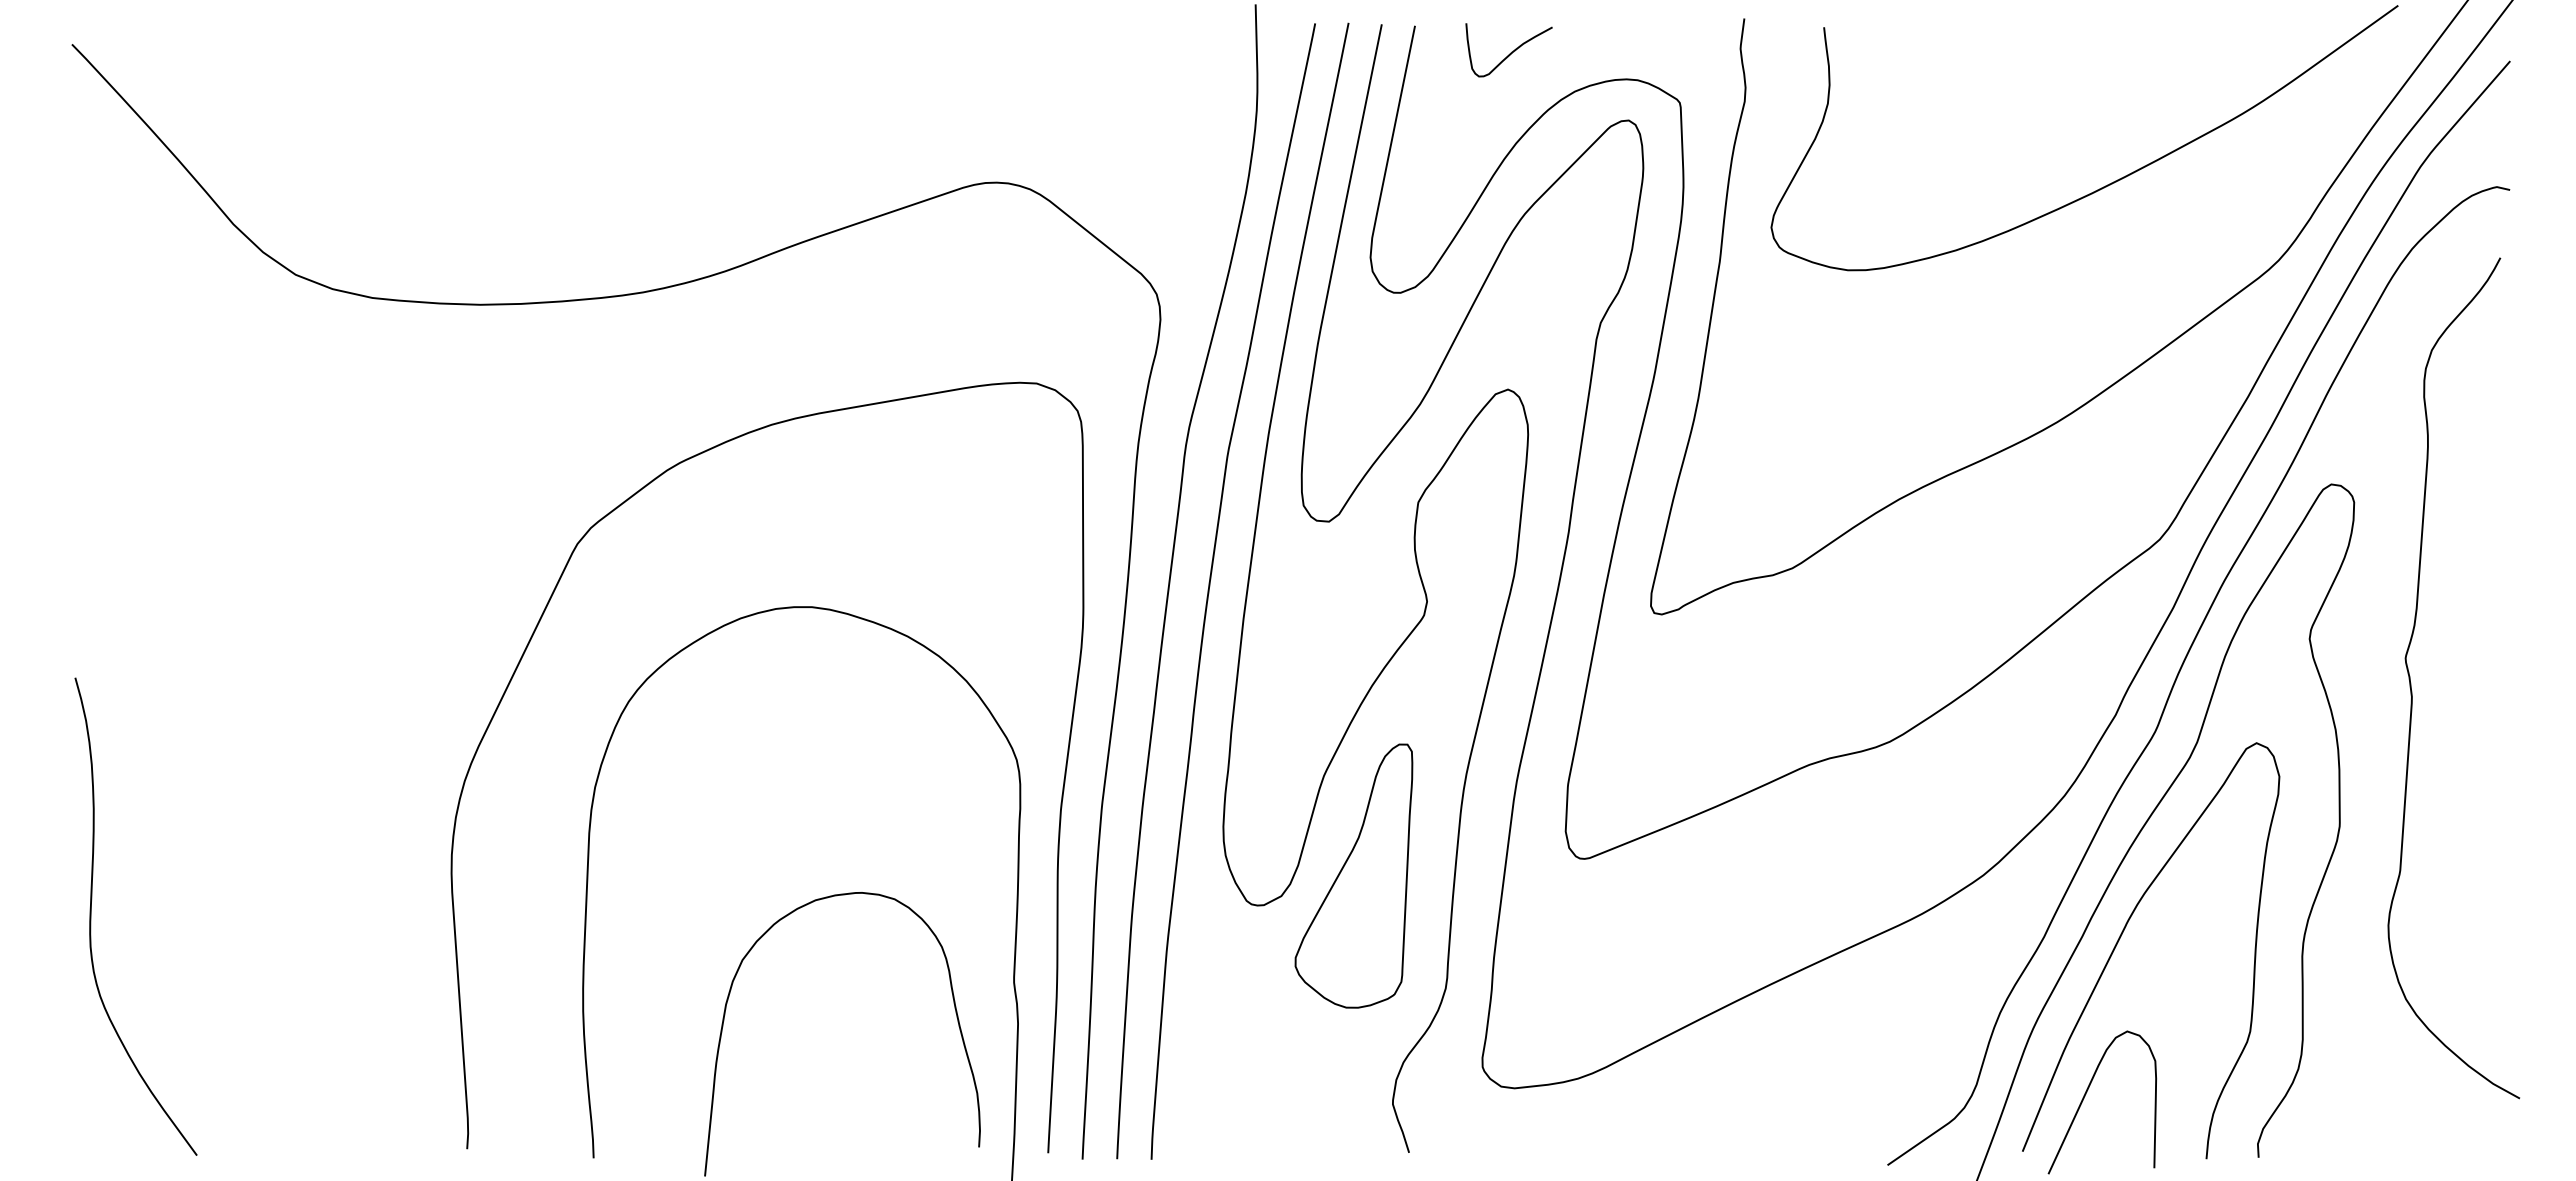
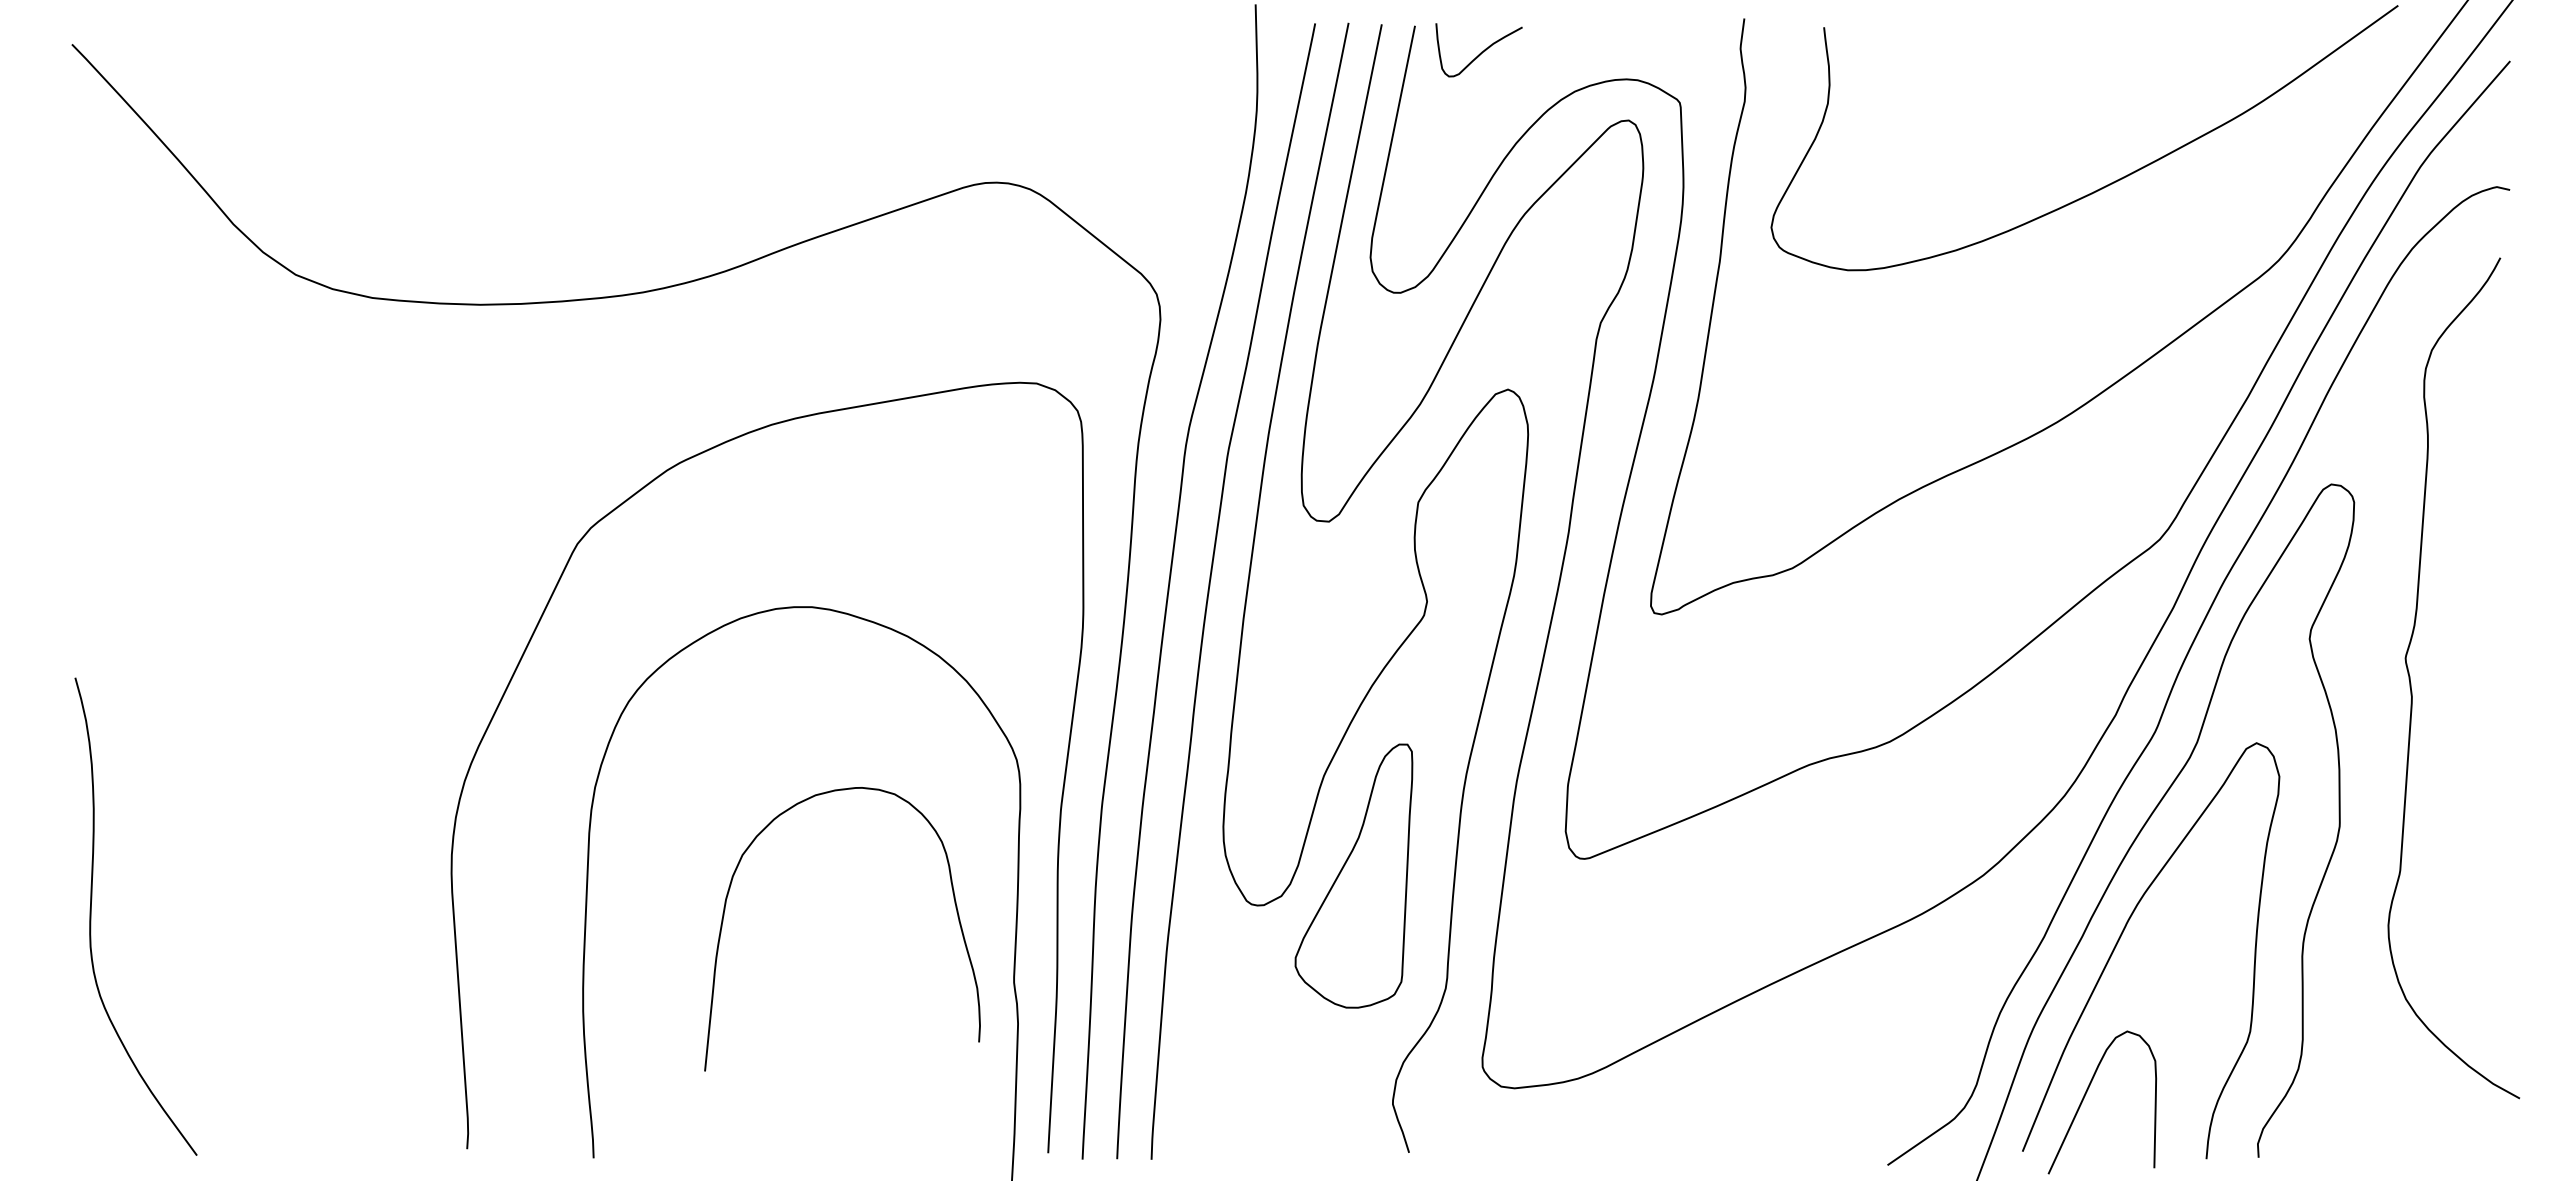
curve at (1510, 52) position: (1510, 52) -> (1480, 52)
curve at (955, 1013) position: (955, 1013) -> (955, 908)
